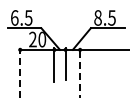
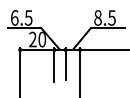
line at (20, 72): dashed -> solid
line at (80, 72): dashed -> solid
